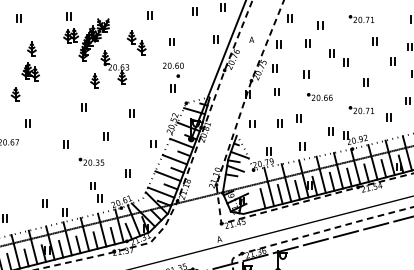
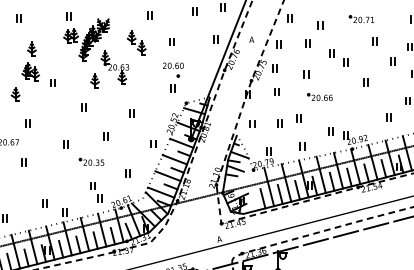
part at (52, 82): none -> present
part at (361, 109): present -> none
part at (23, 162): none -> present
